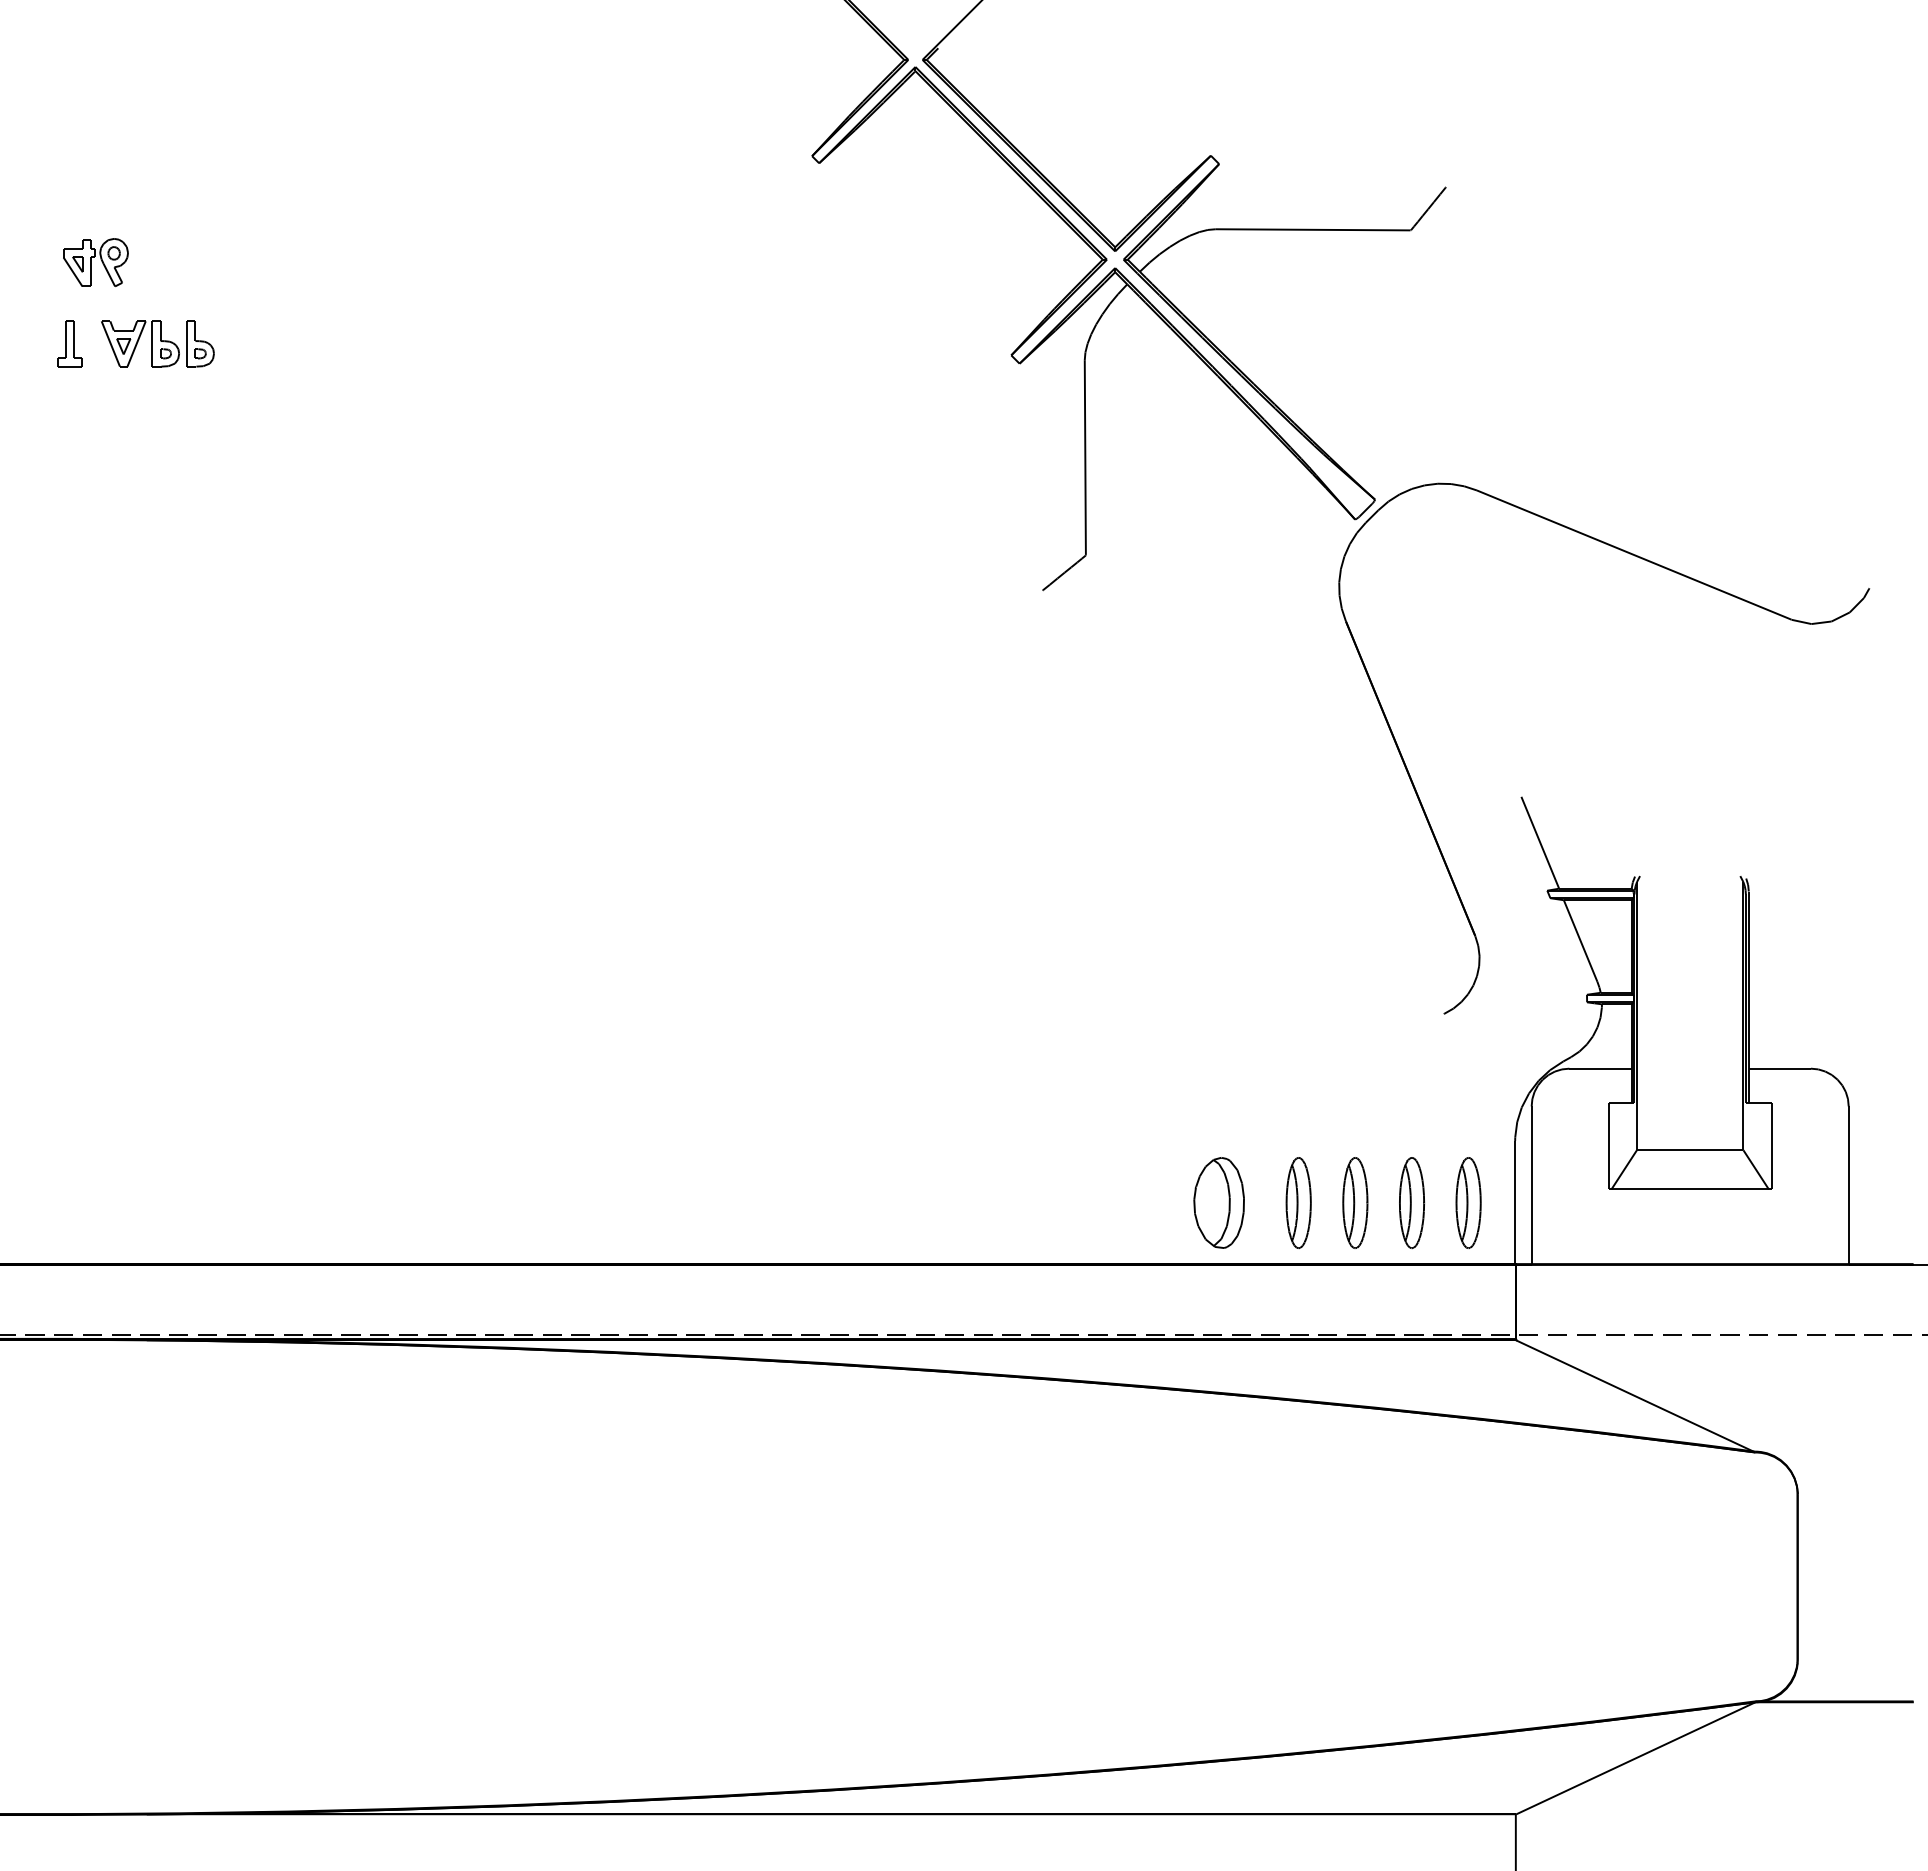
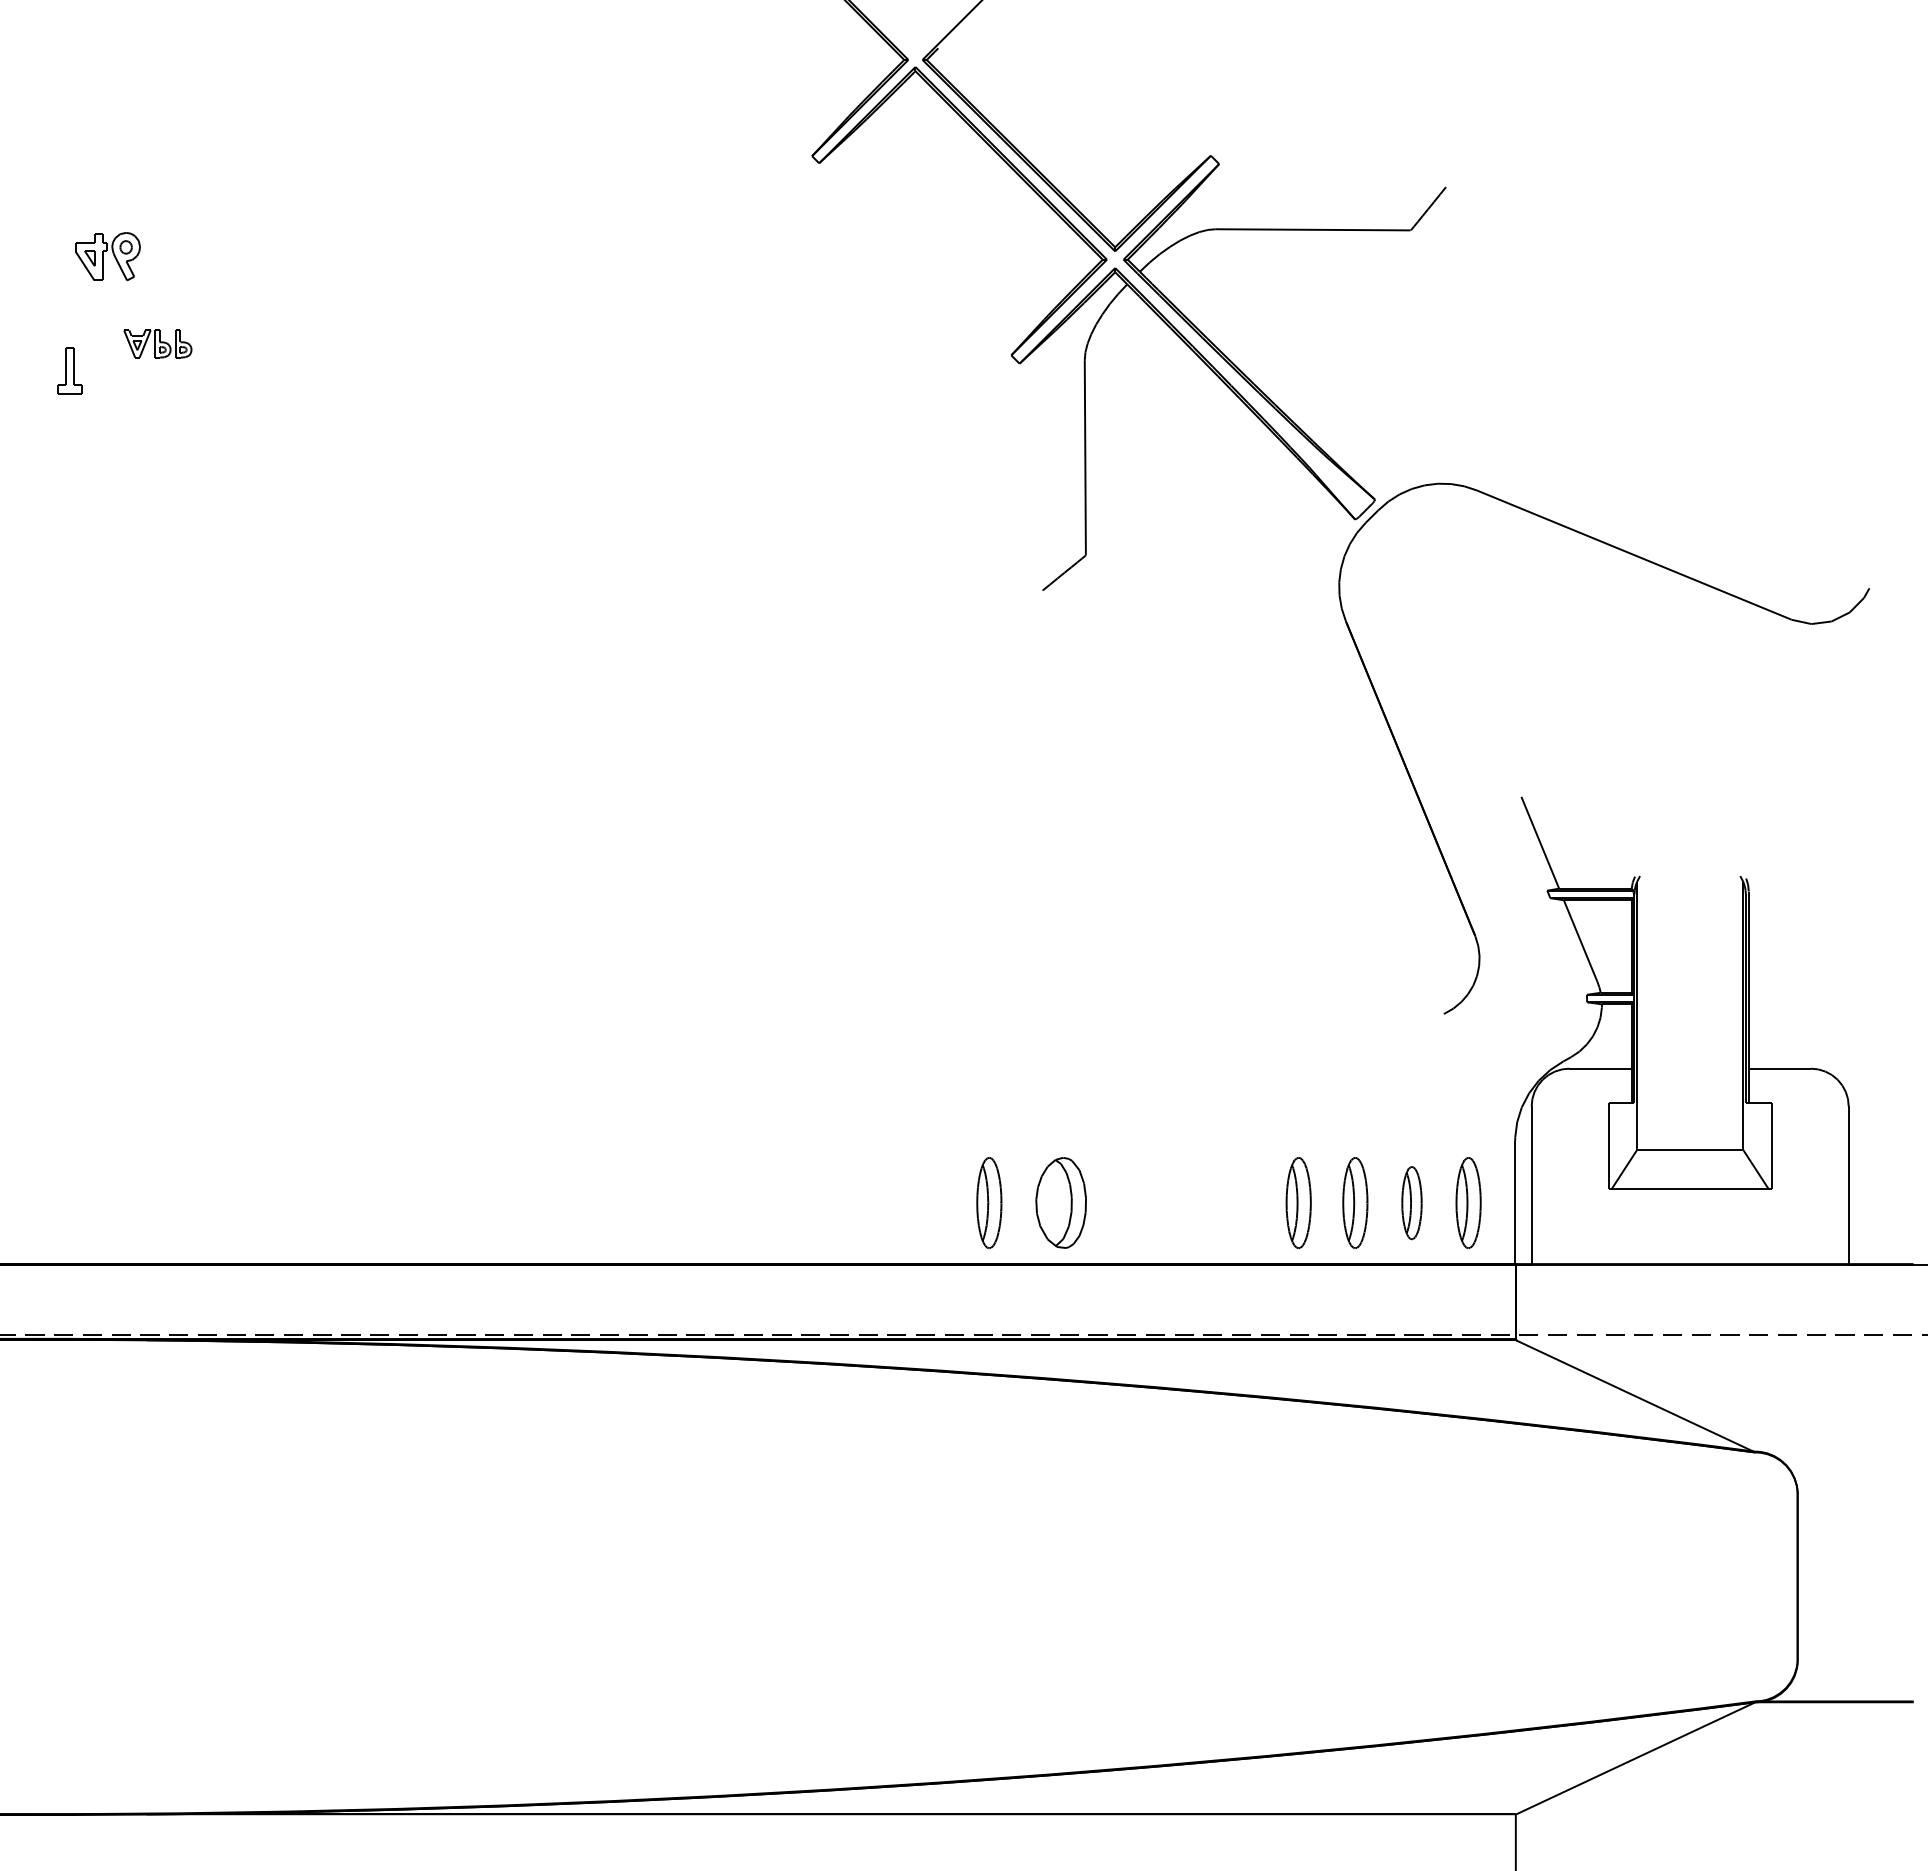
part at (95, 262) position: (95, 262) -> (107, 256)
part at (69, 343) position: (69, 343) -> (69, 370)
part at (157, 343) size: 114x48 px -> 70x30 px
part at (989, 1202): none -> present
part at (1218, 1202) position: (1218, 1202) -> (1060, 1202)
part at (1411, 1203) size: 26x93 px -> 22x75 px
